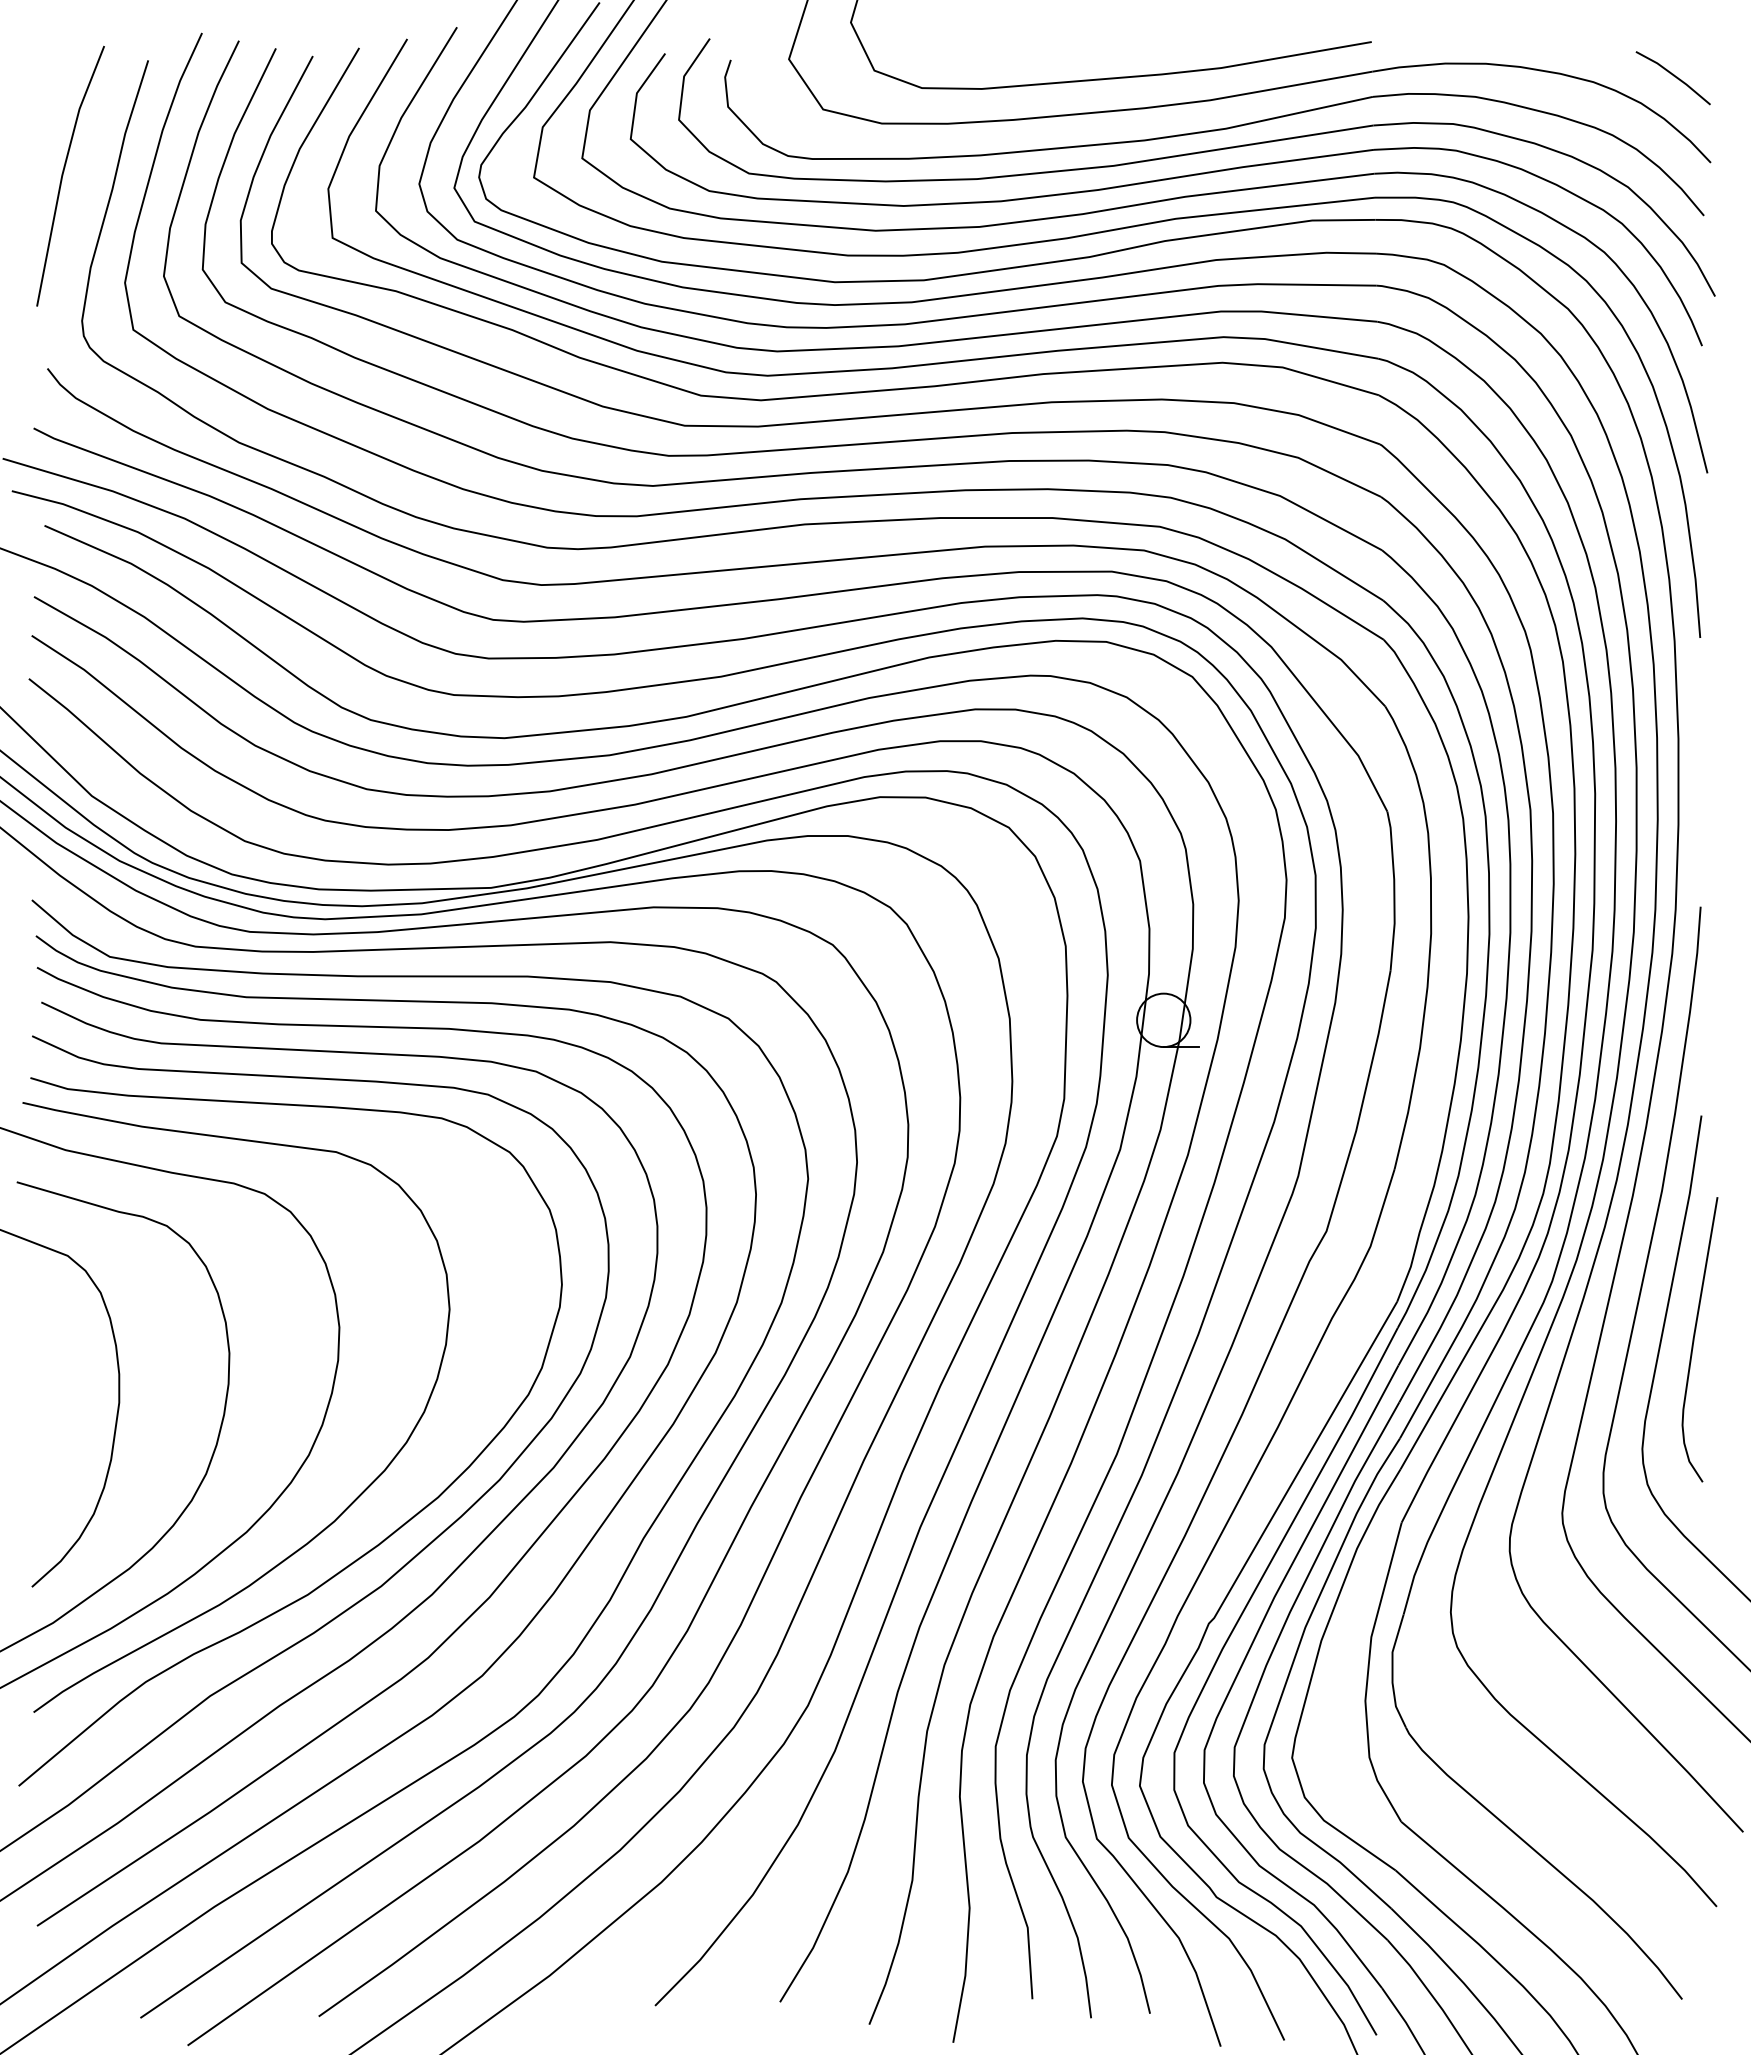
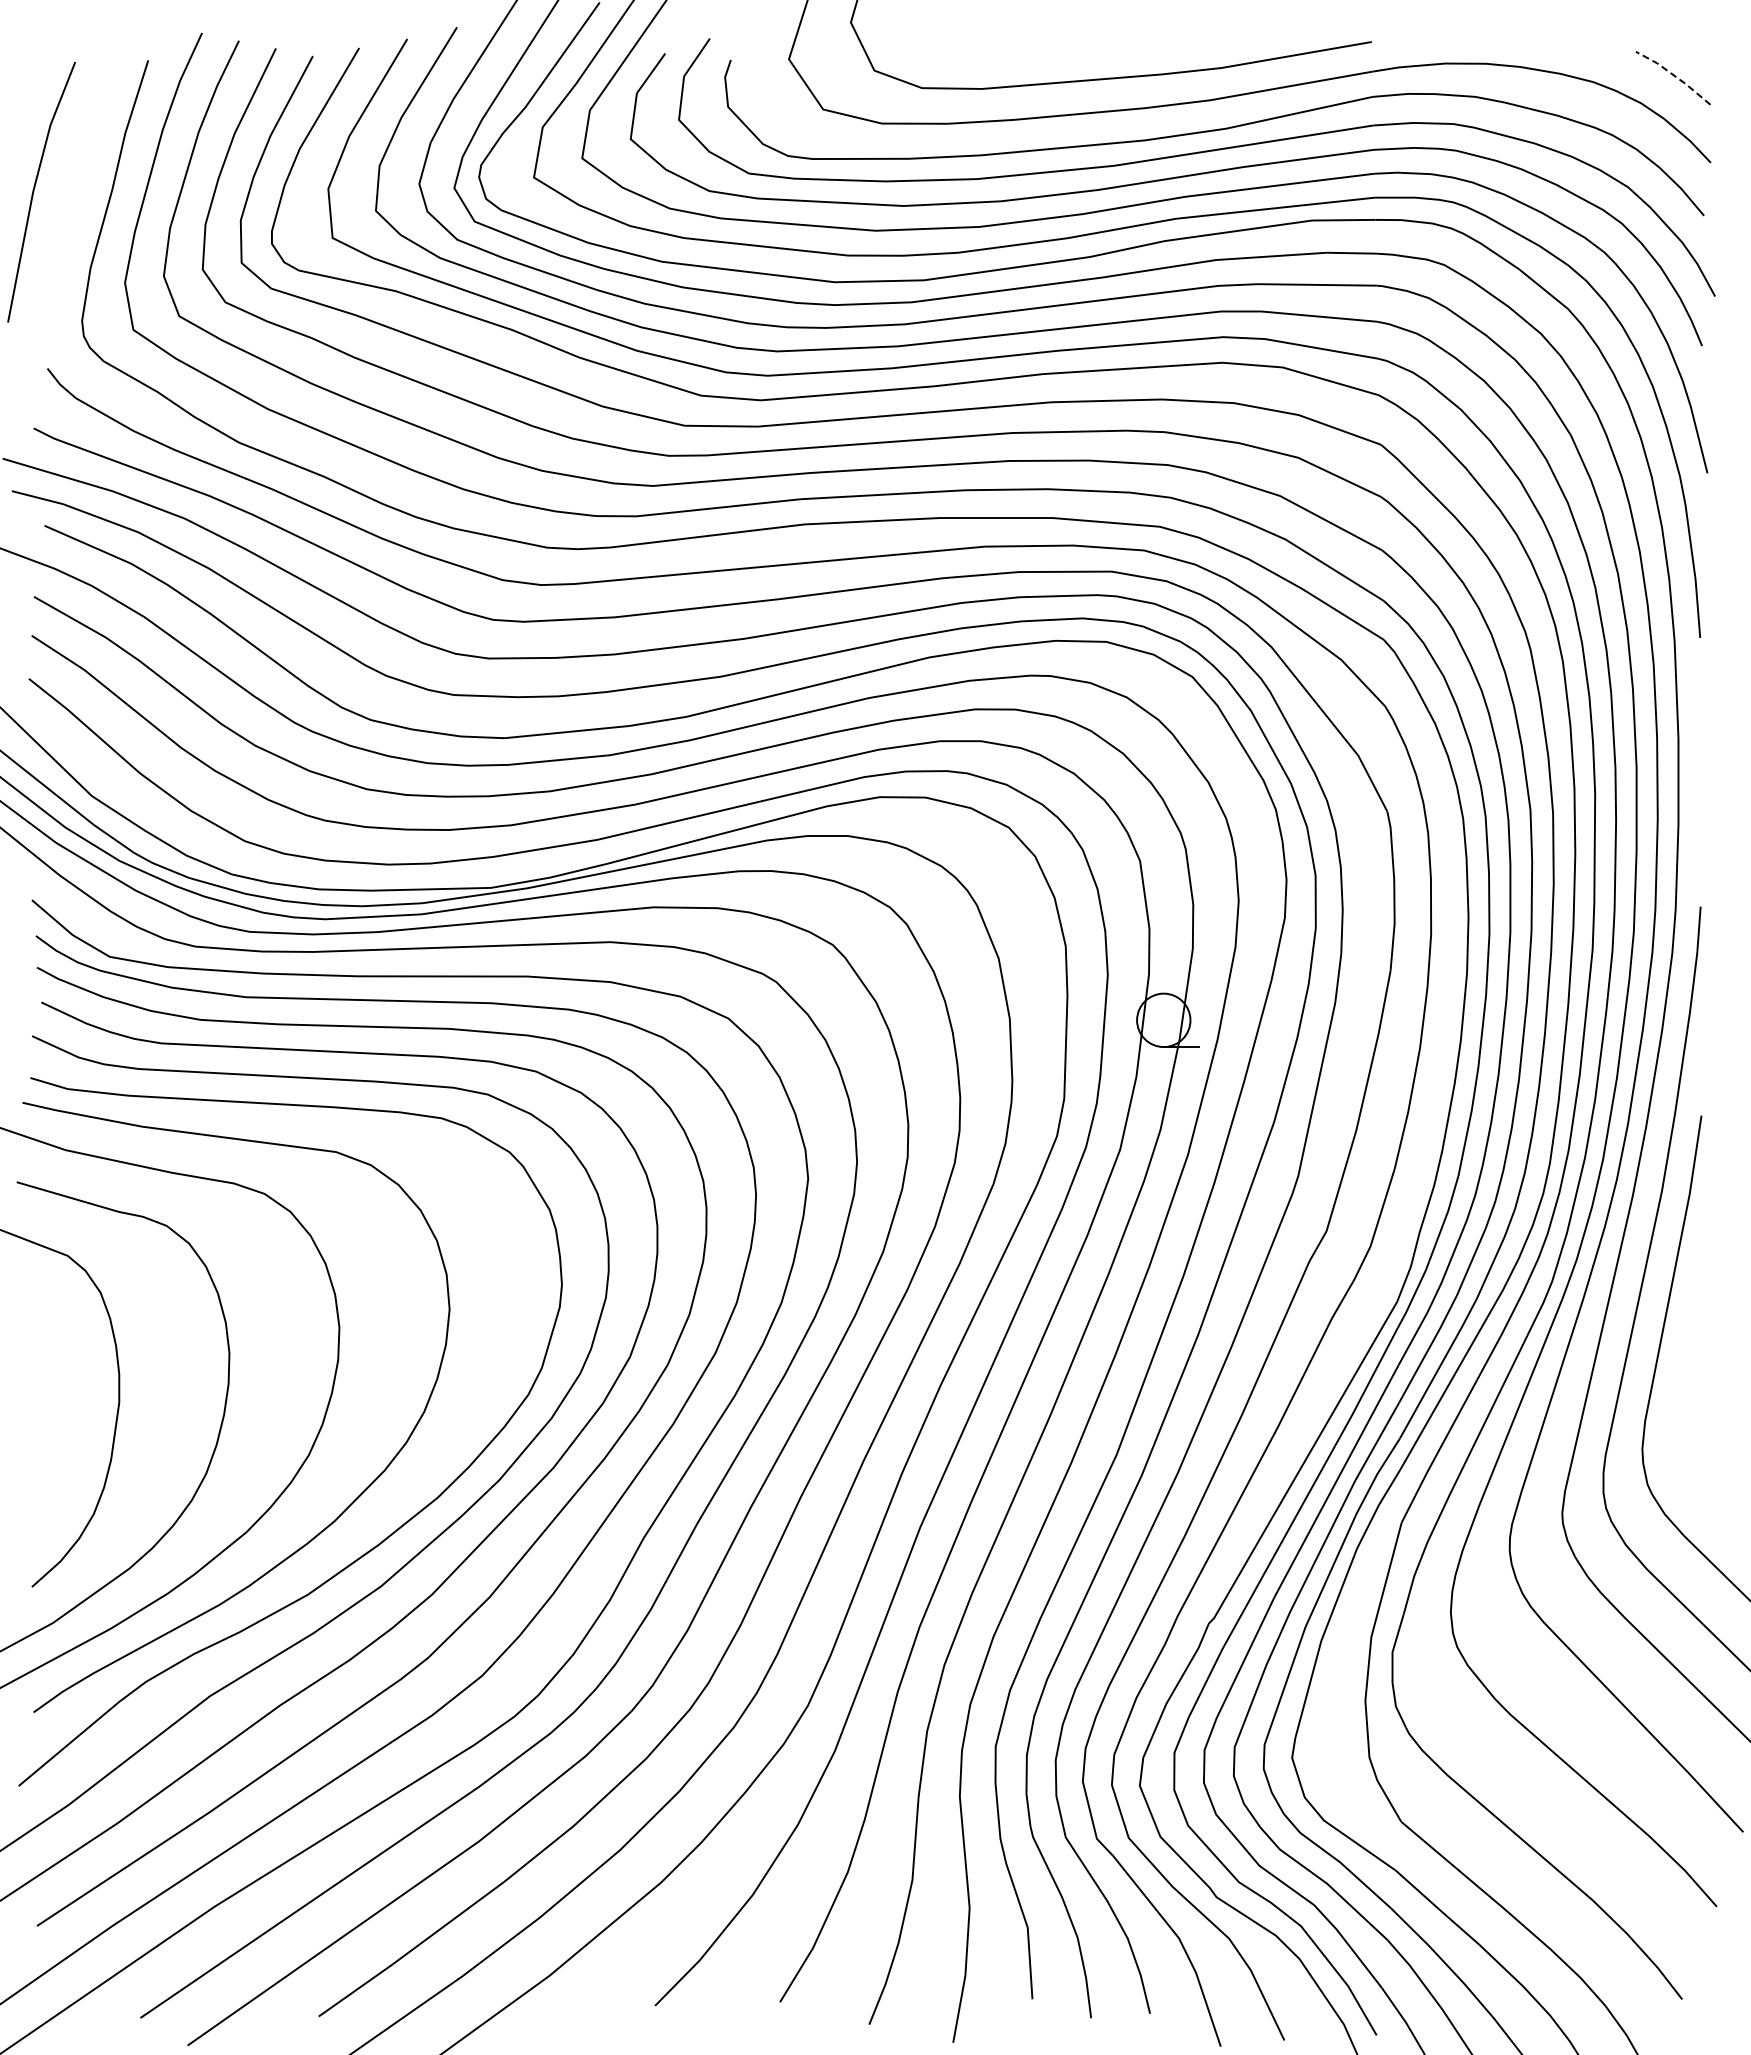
line at (1674, 75): solid -> dashed
line at (63, 175) position: (63, 175) -> (34, 191)
curve at (1694, 1339): present -> none
